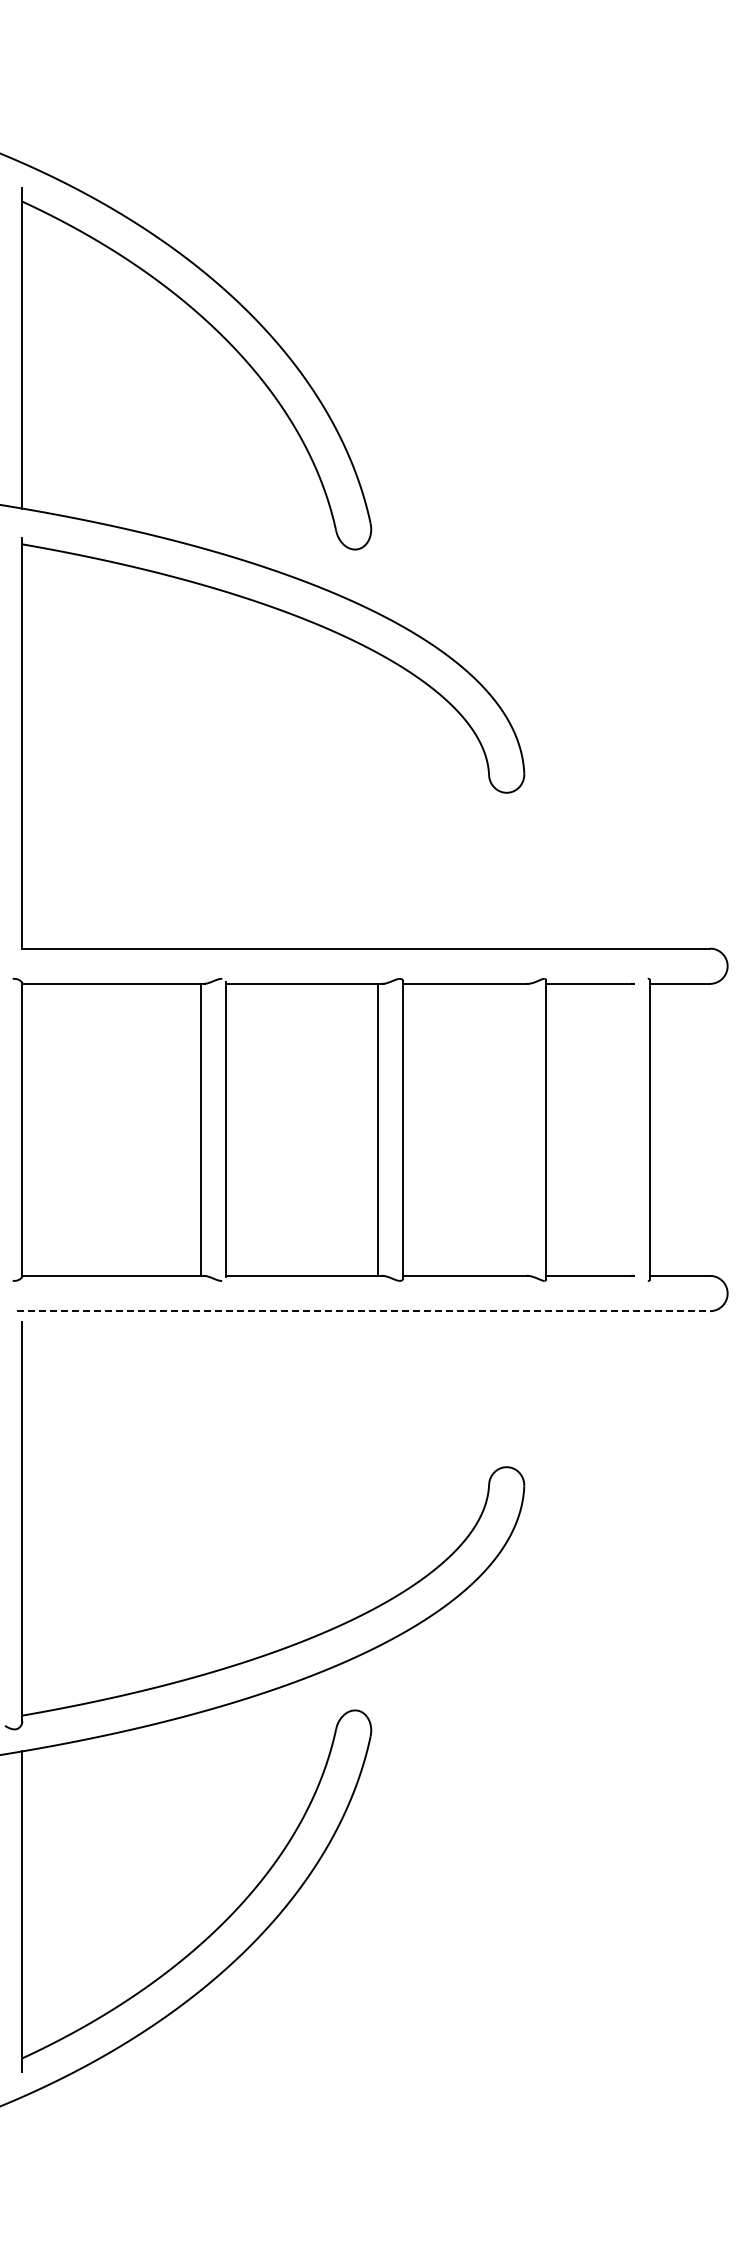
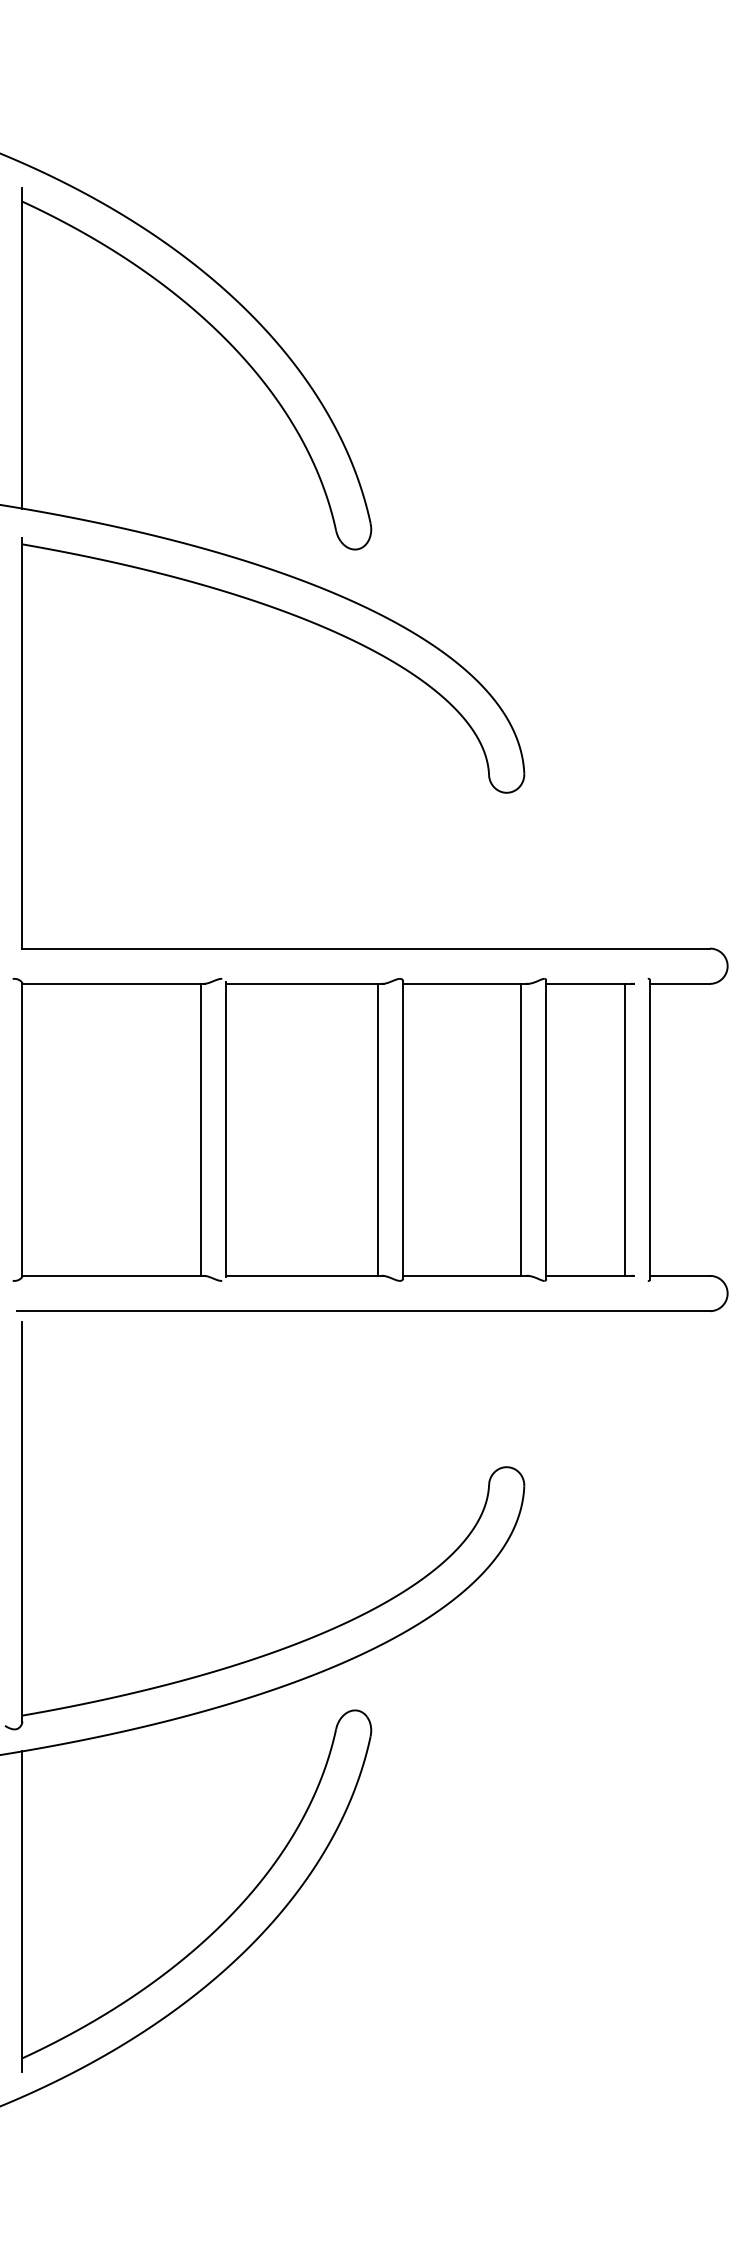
line at (521, 1129): none -> present
line at (624, 1129): none -> present
line at (364, 1311): dashed -> solid
